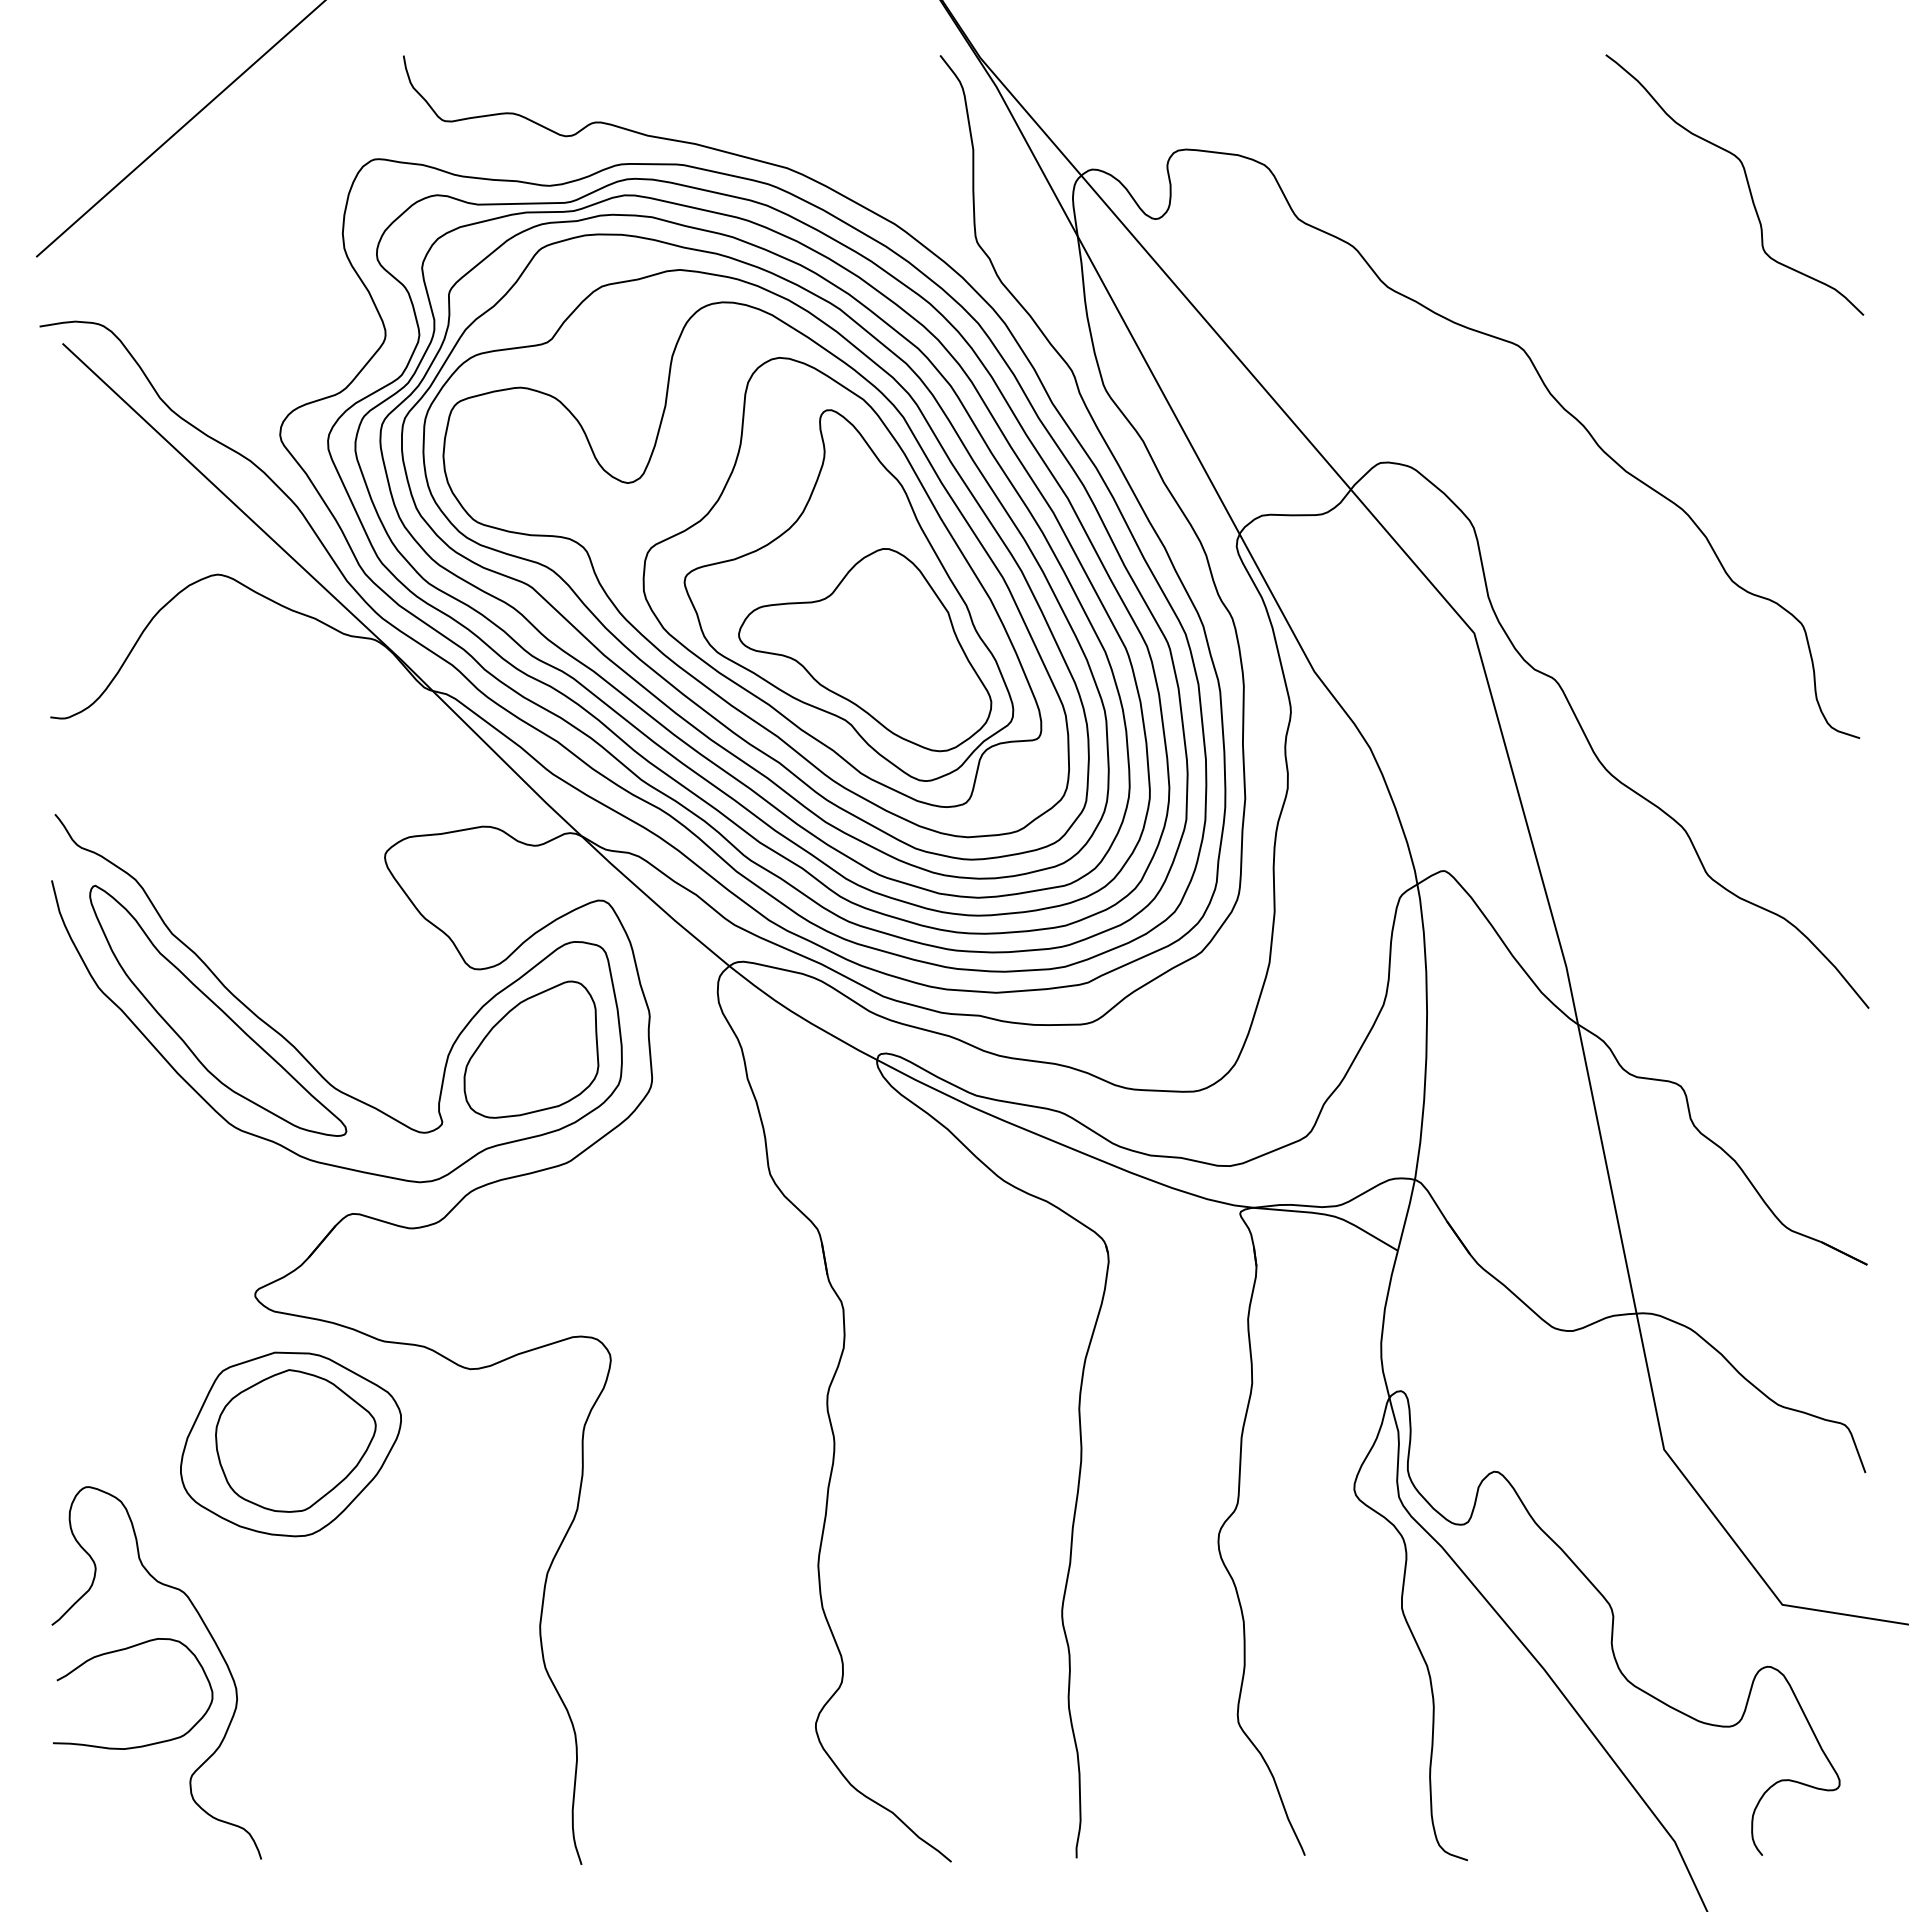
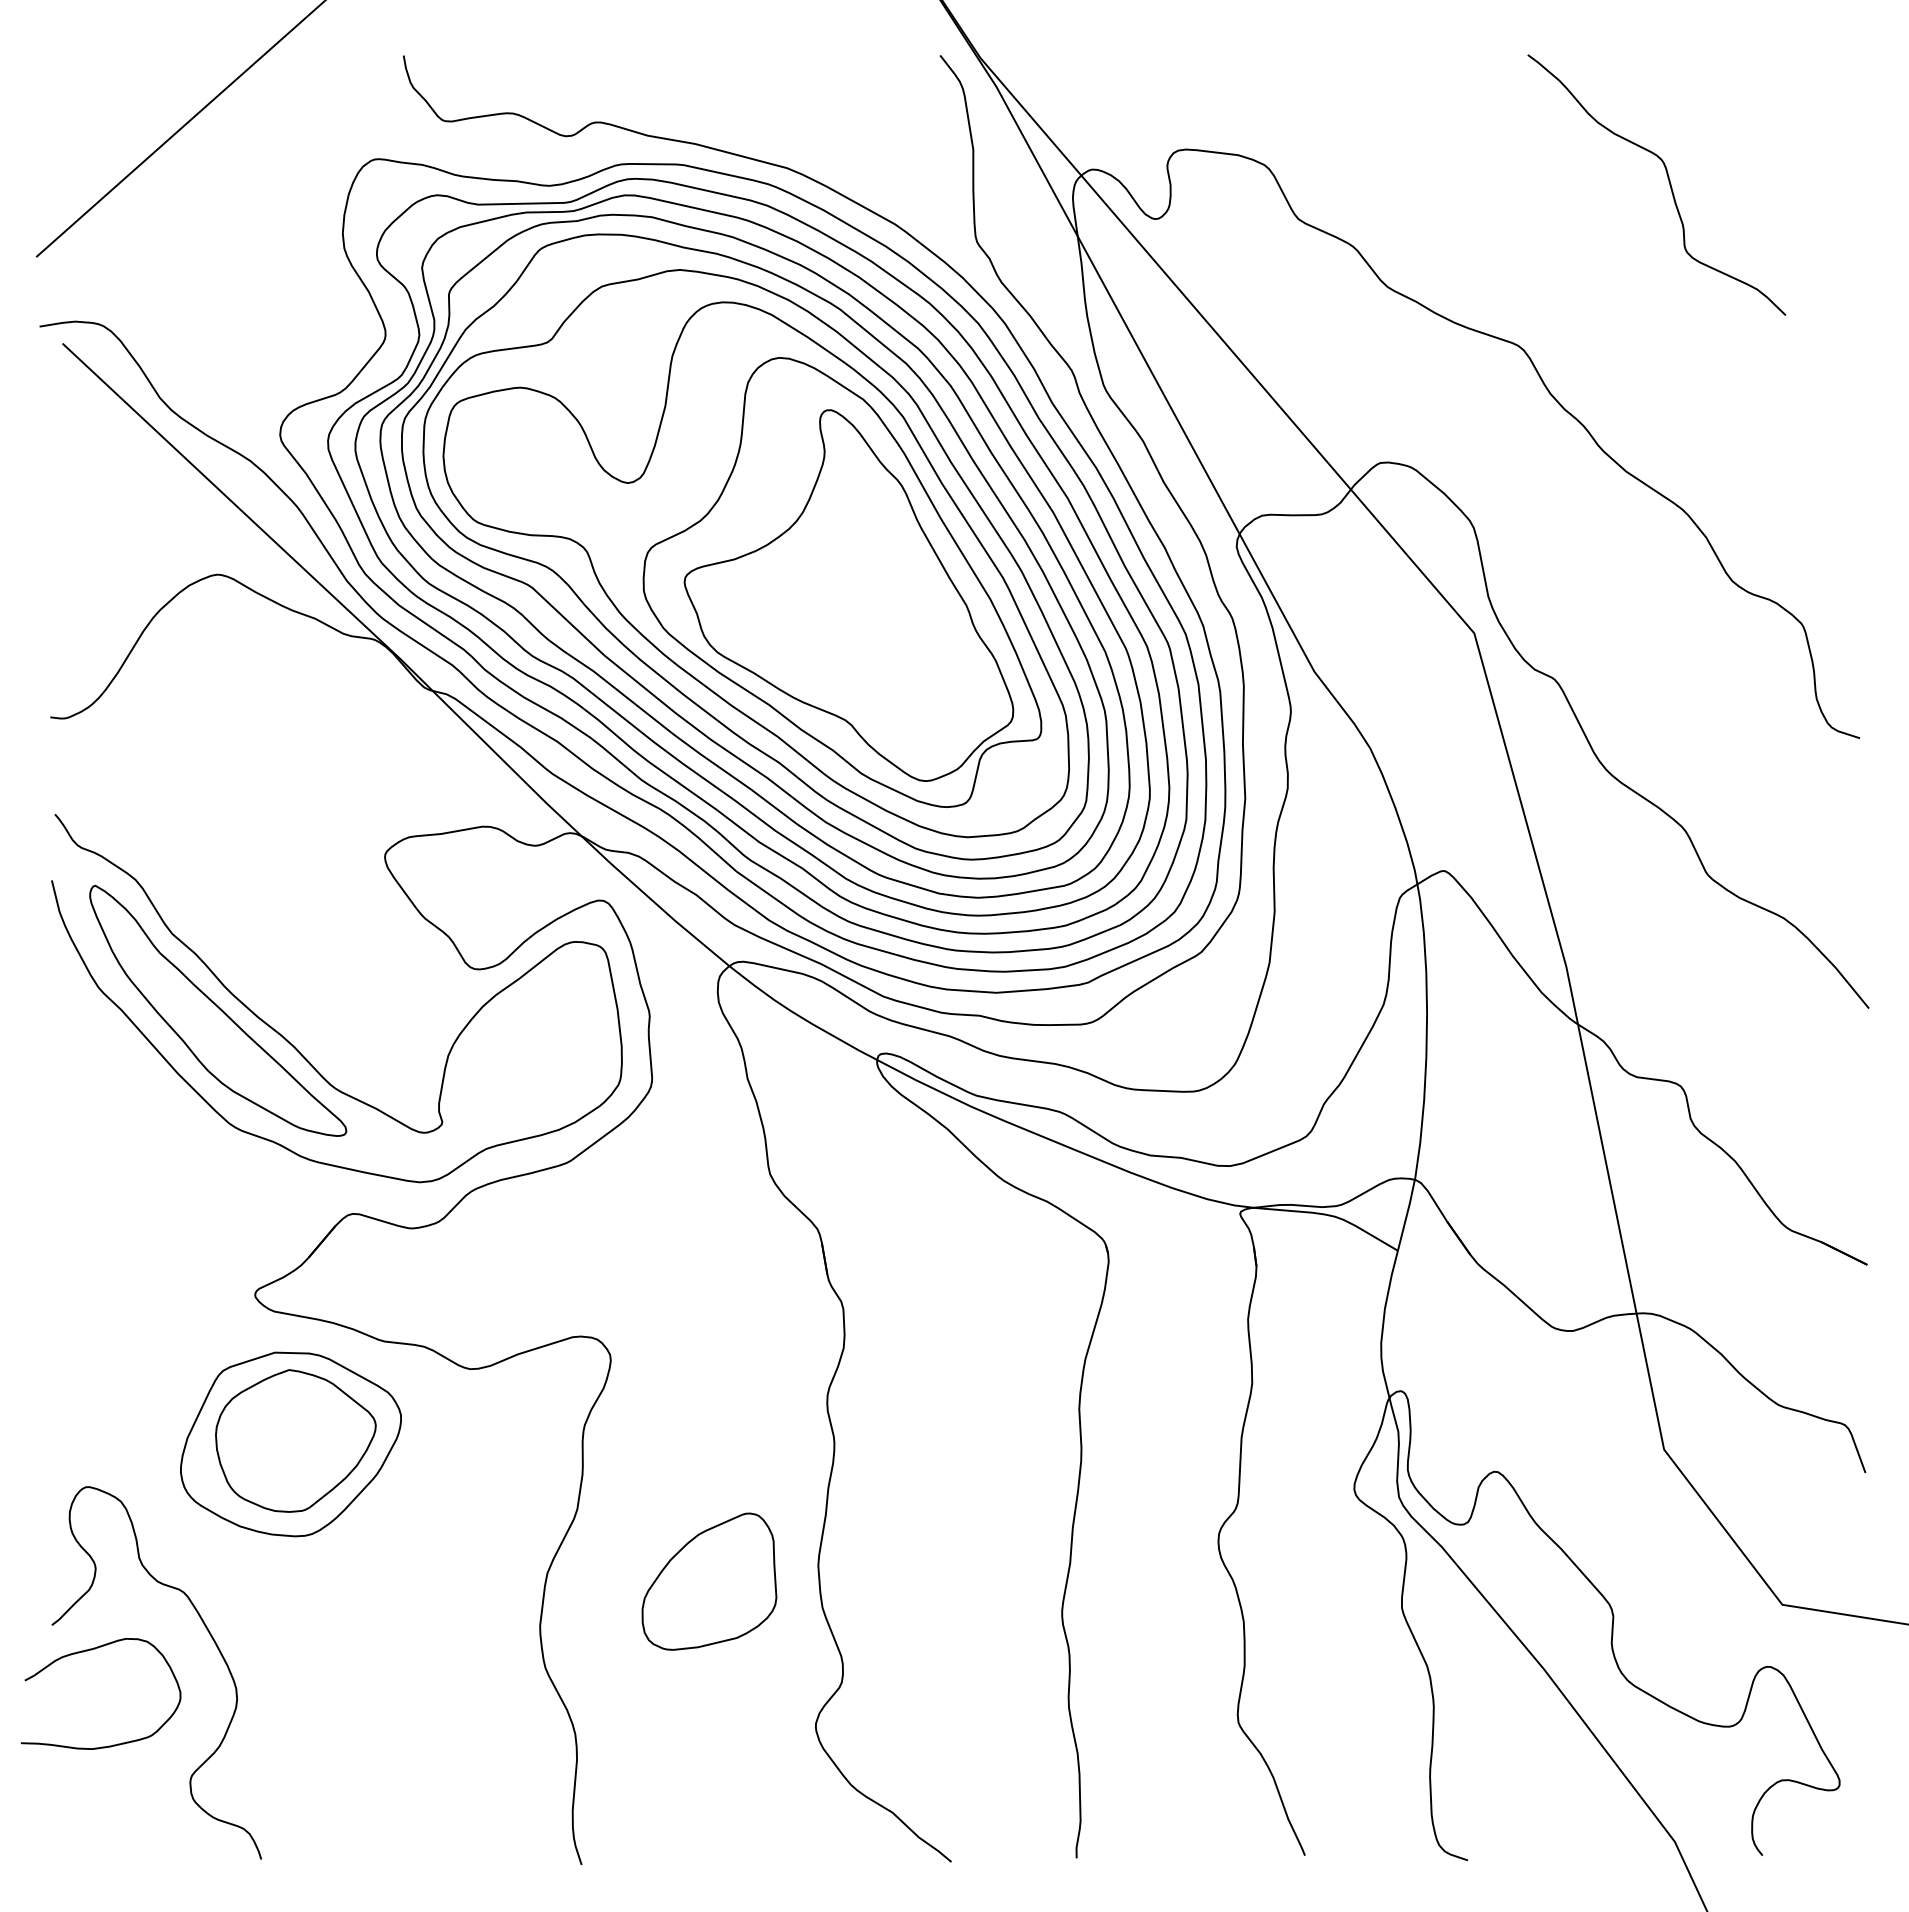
curve at (1746, 181) position: (1746, 181) -> (1668, 181)
part at (865, 650): present -> none
part at (531, 1049) position: (531, 1049) -> (709, 1581)
curve at (123, 1650) position: (123, 1650) -> (91, 1650)
